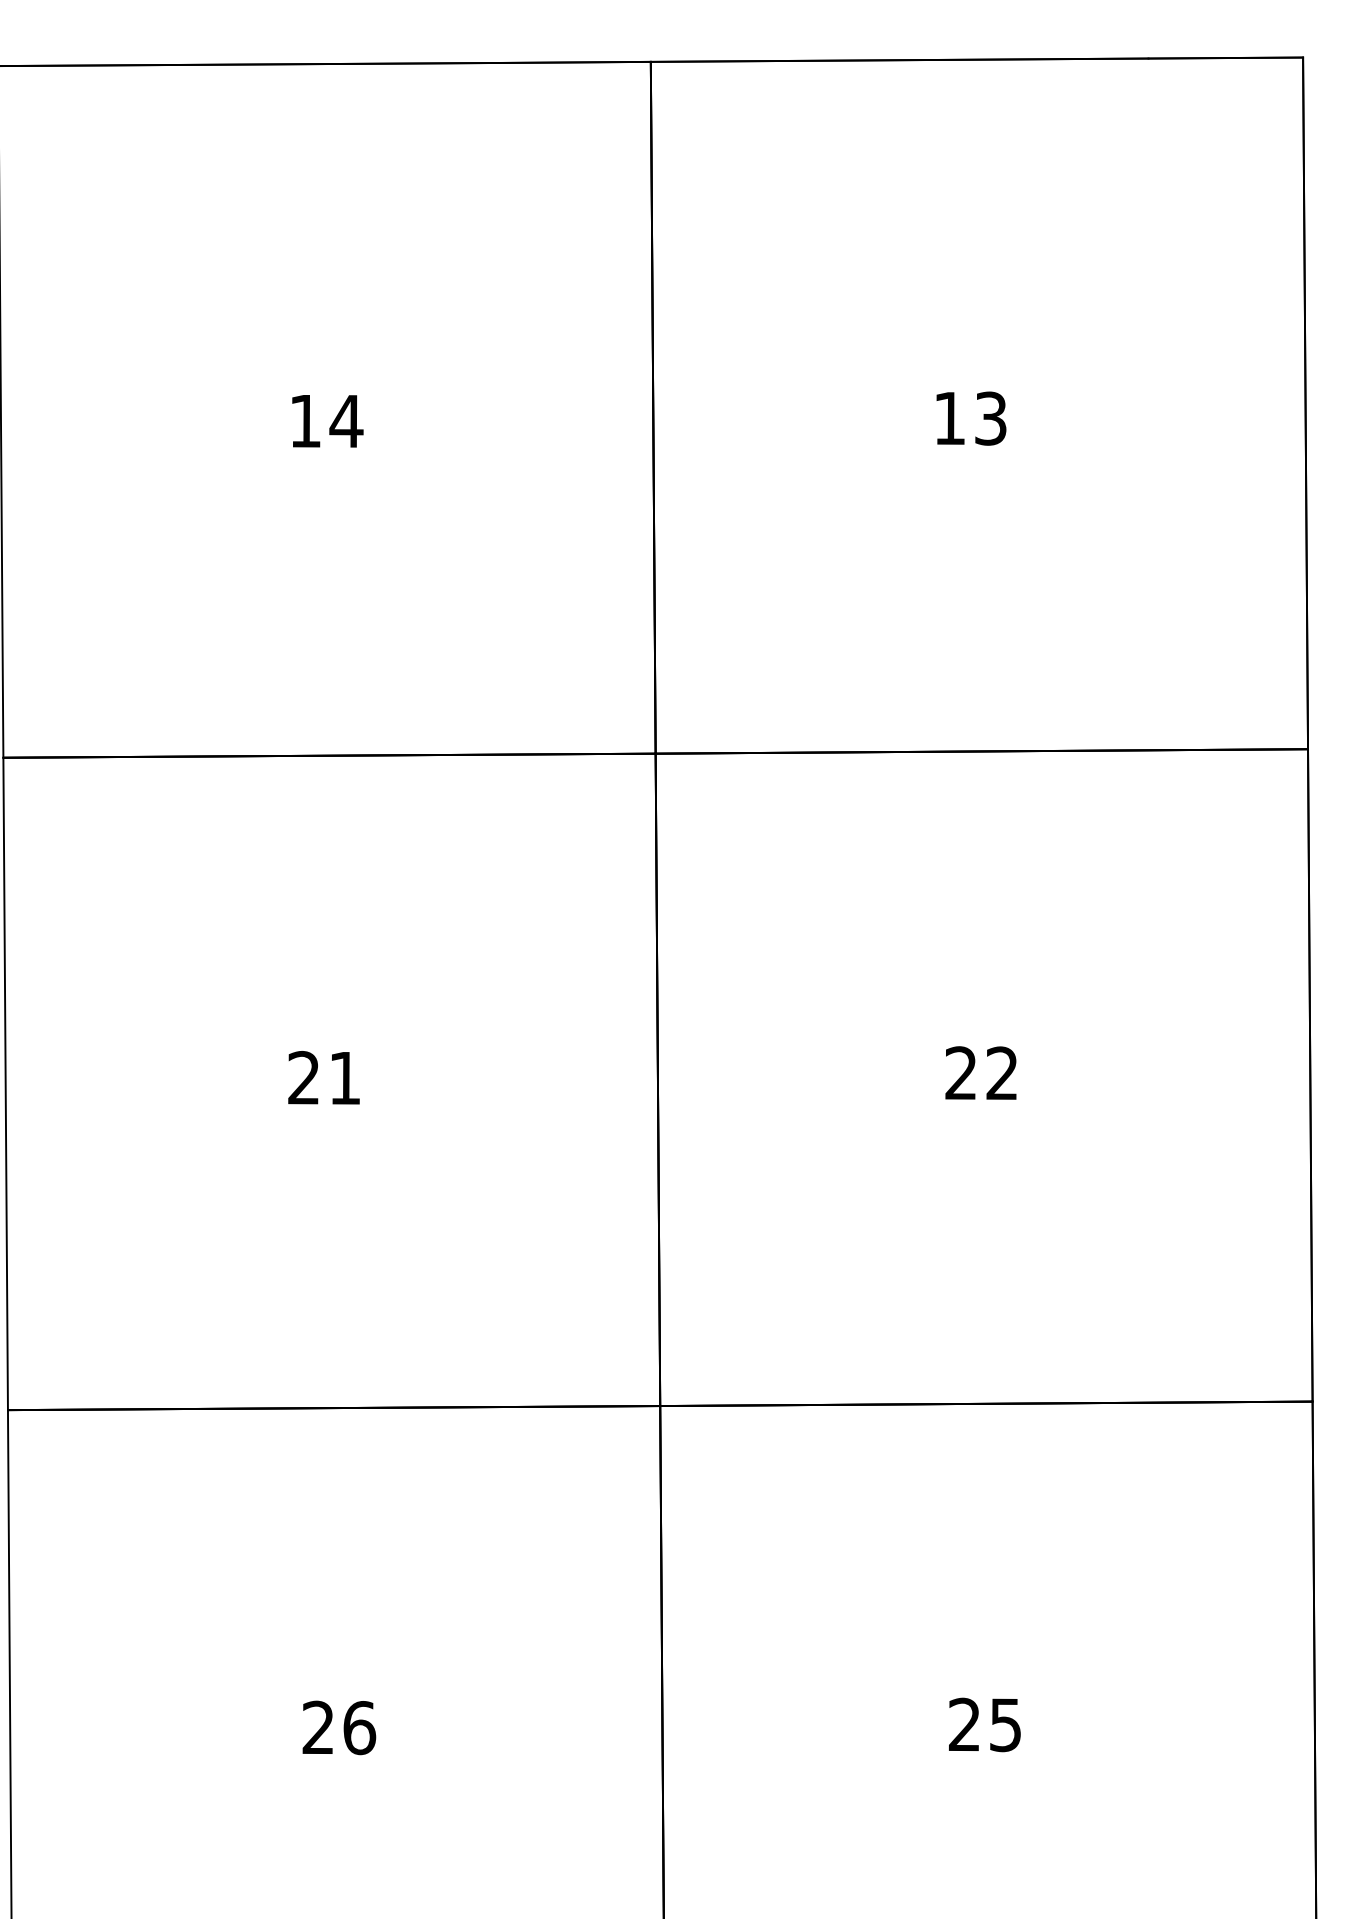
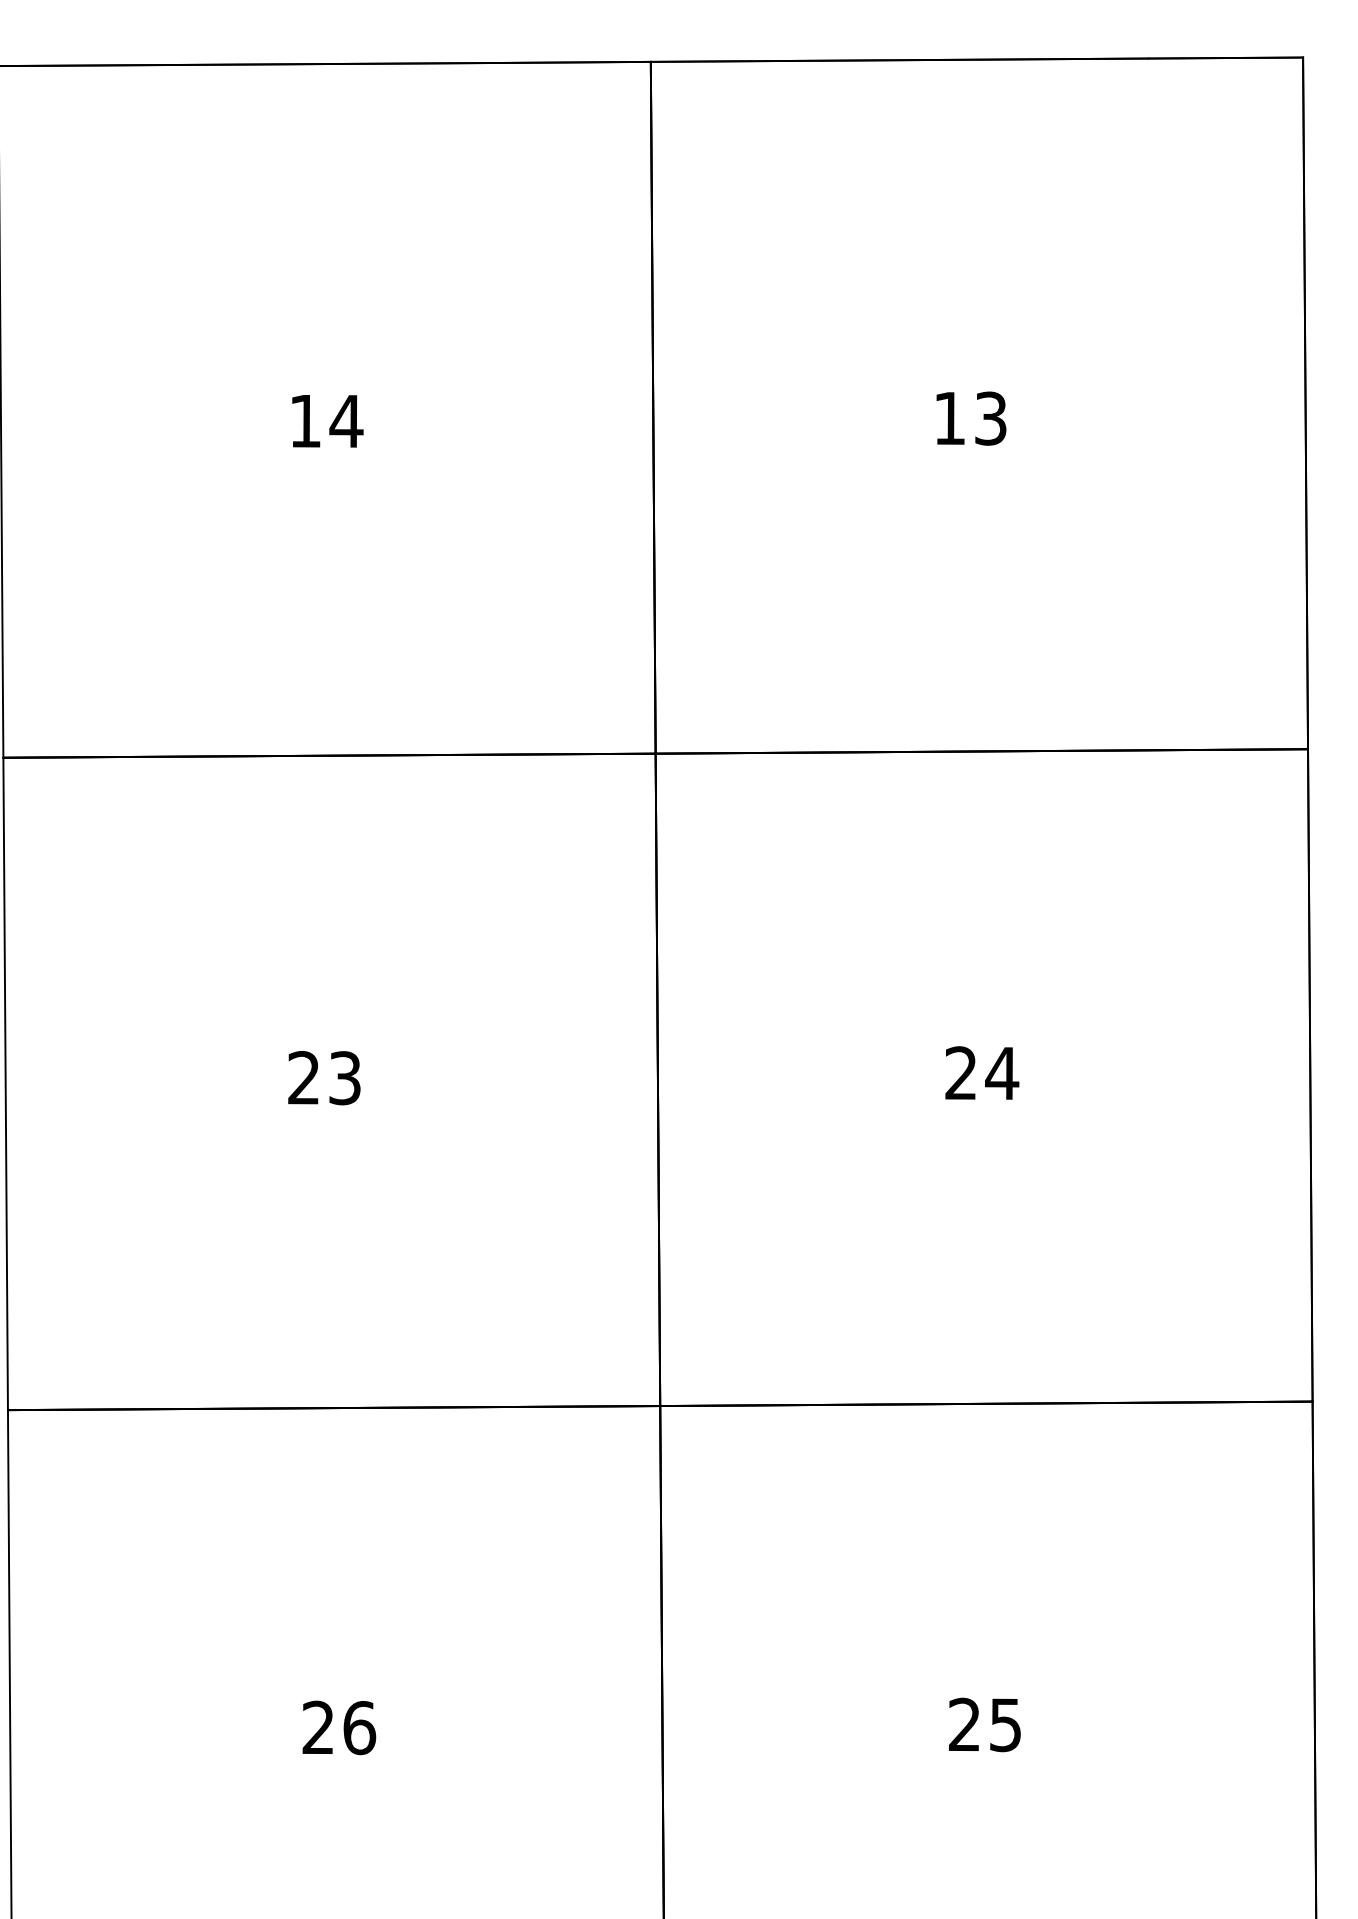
text at (1002, 1072): 22 -> 24
text at (344, 1078): 21 -> 23
